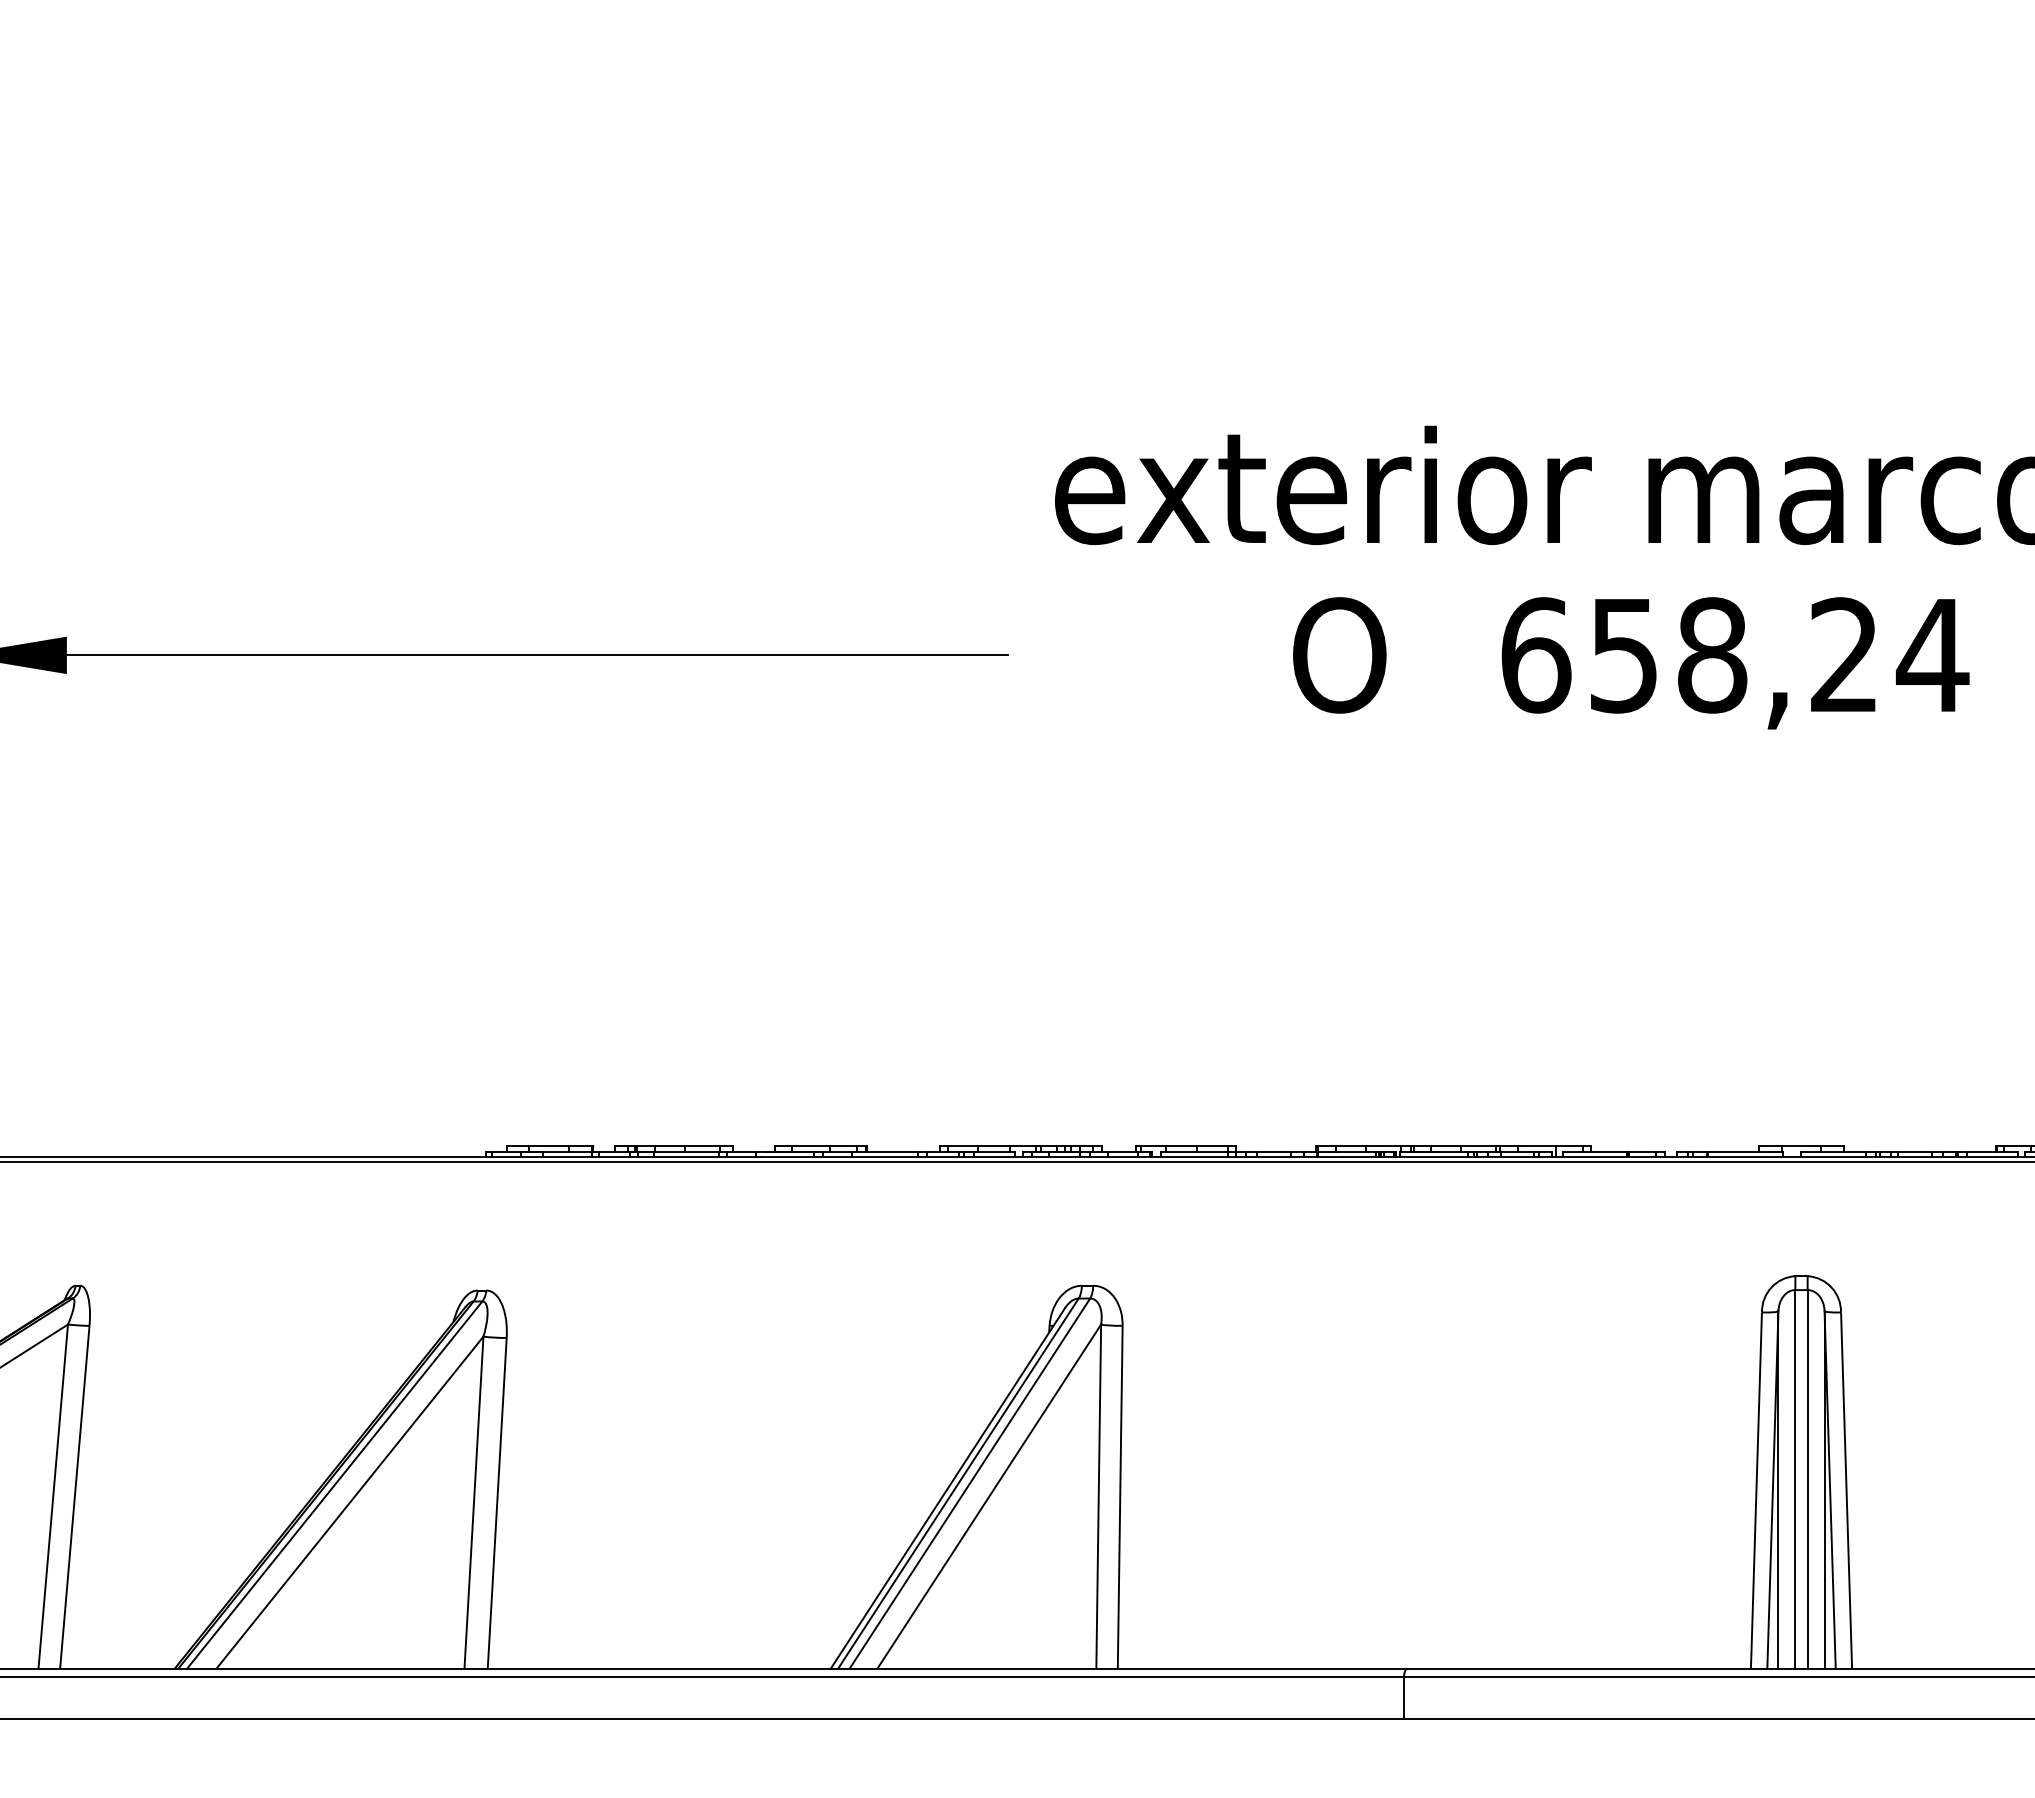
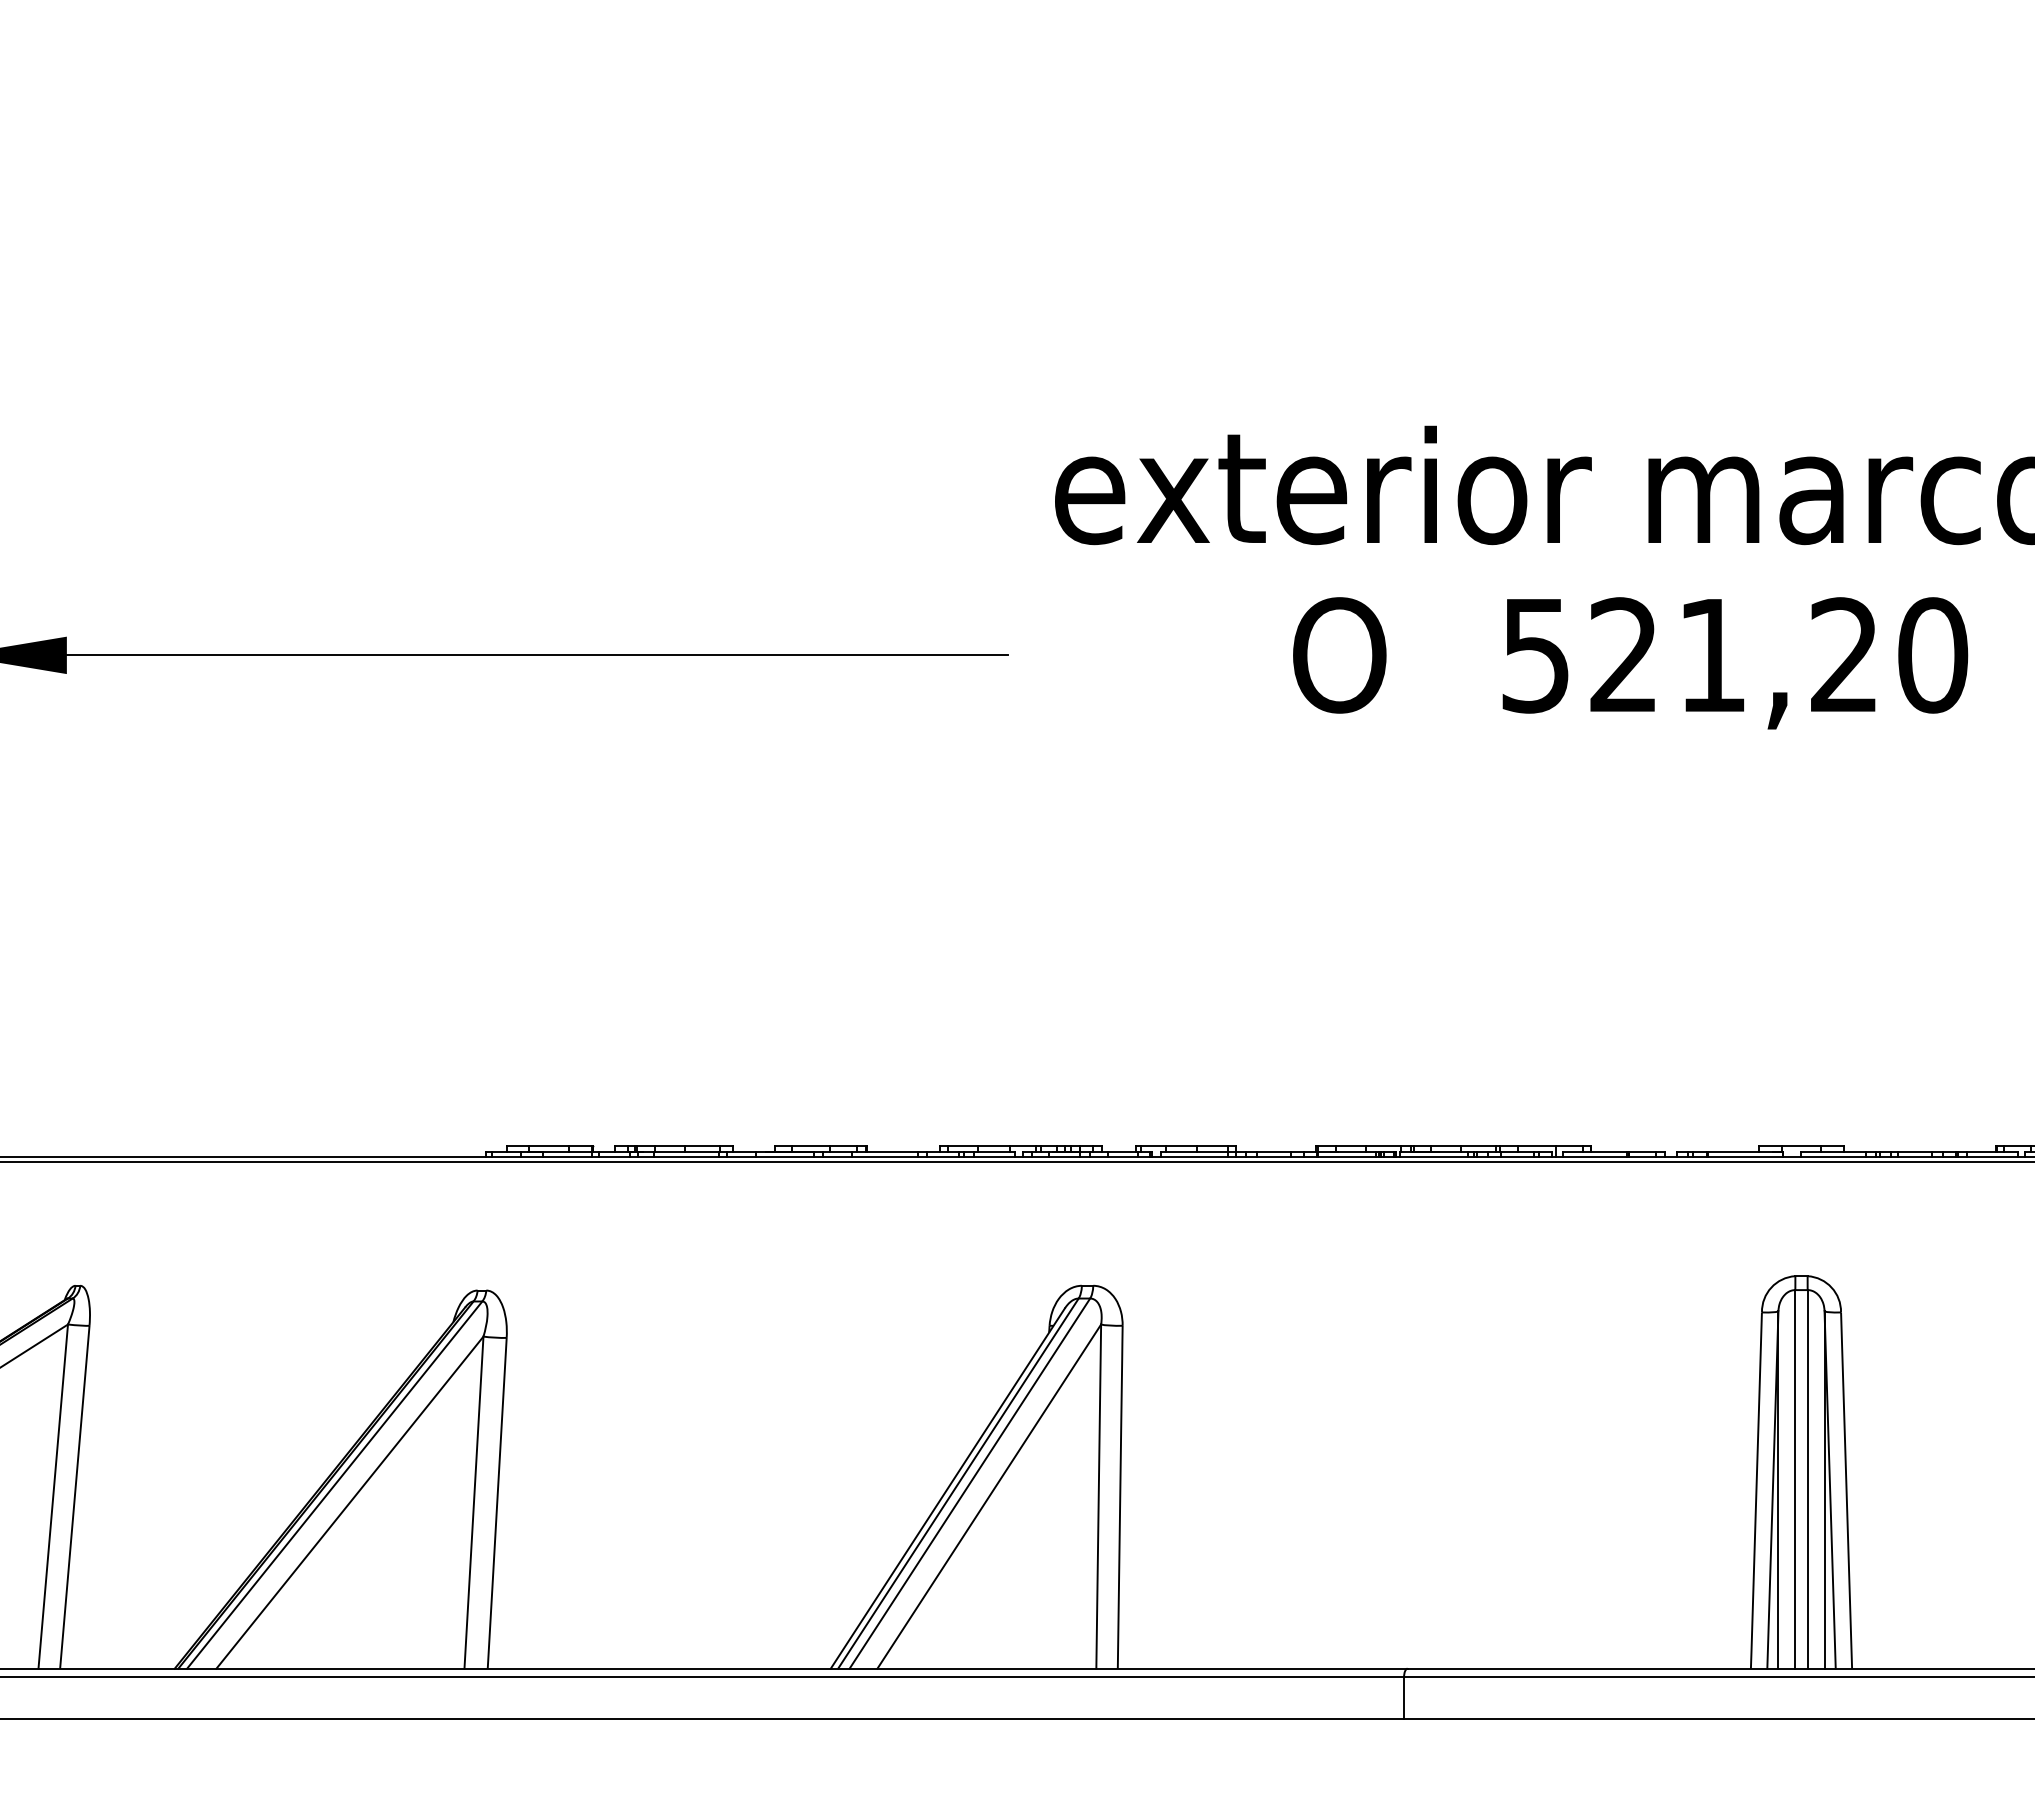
text at (1735, 655): 658,24 -> 521,20
